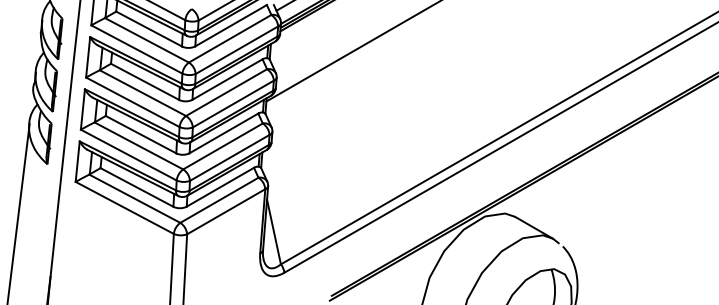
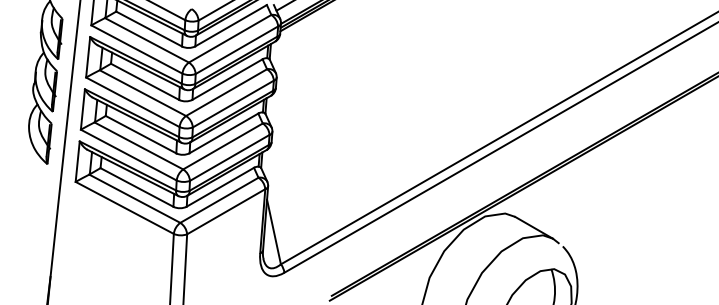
line at (352, 51): present -> none
line at (18, 212): present -> none
